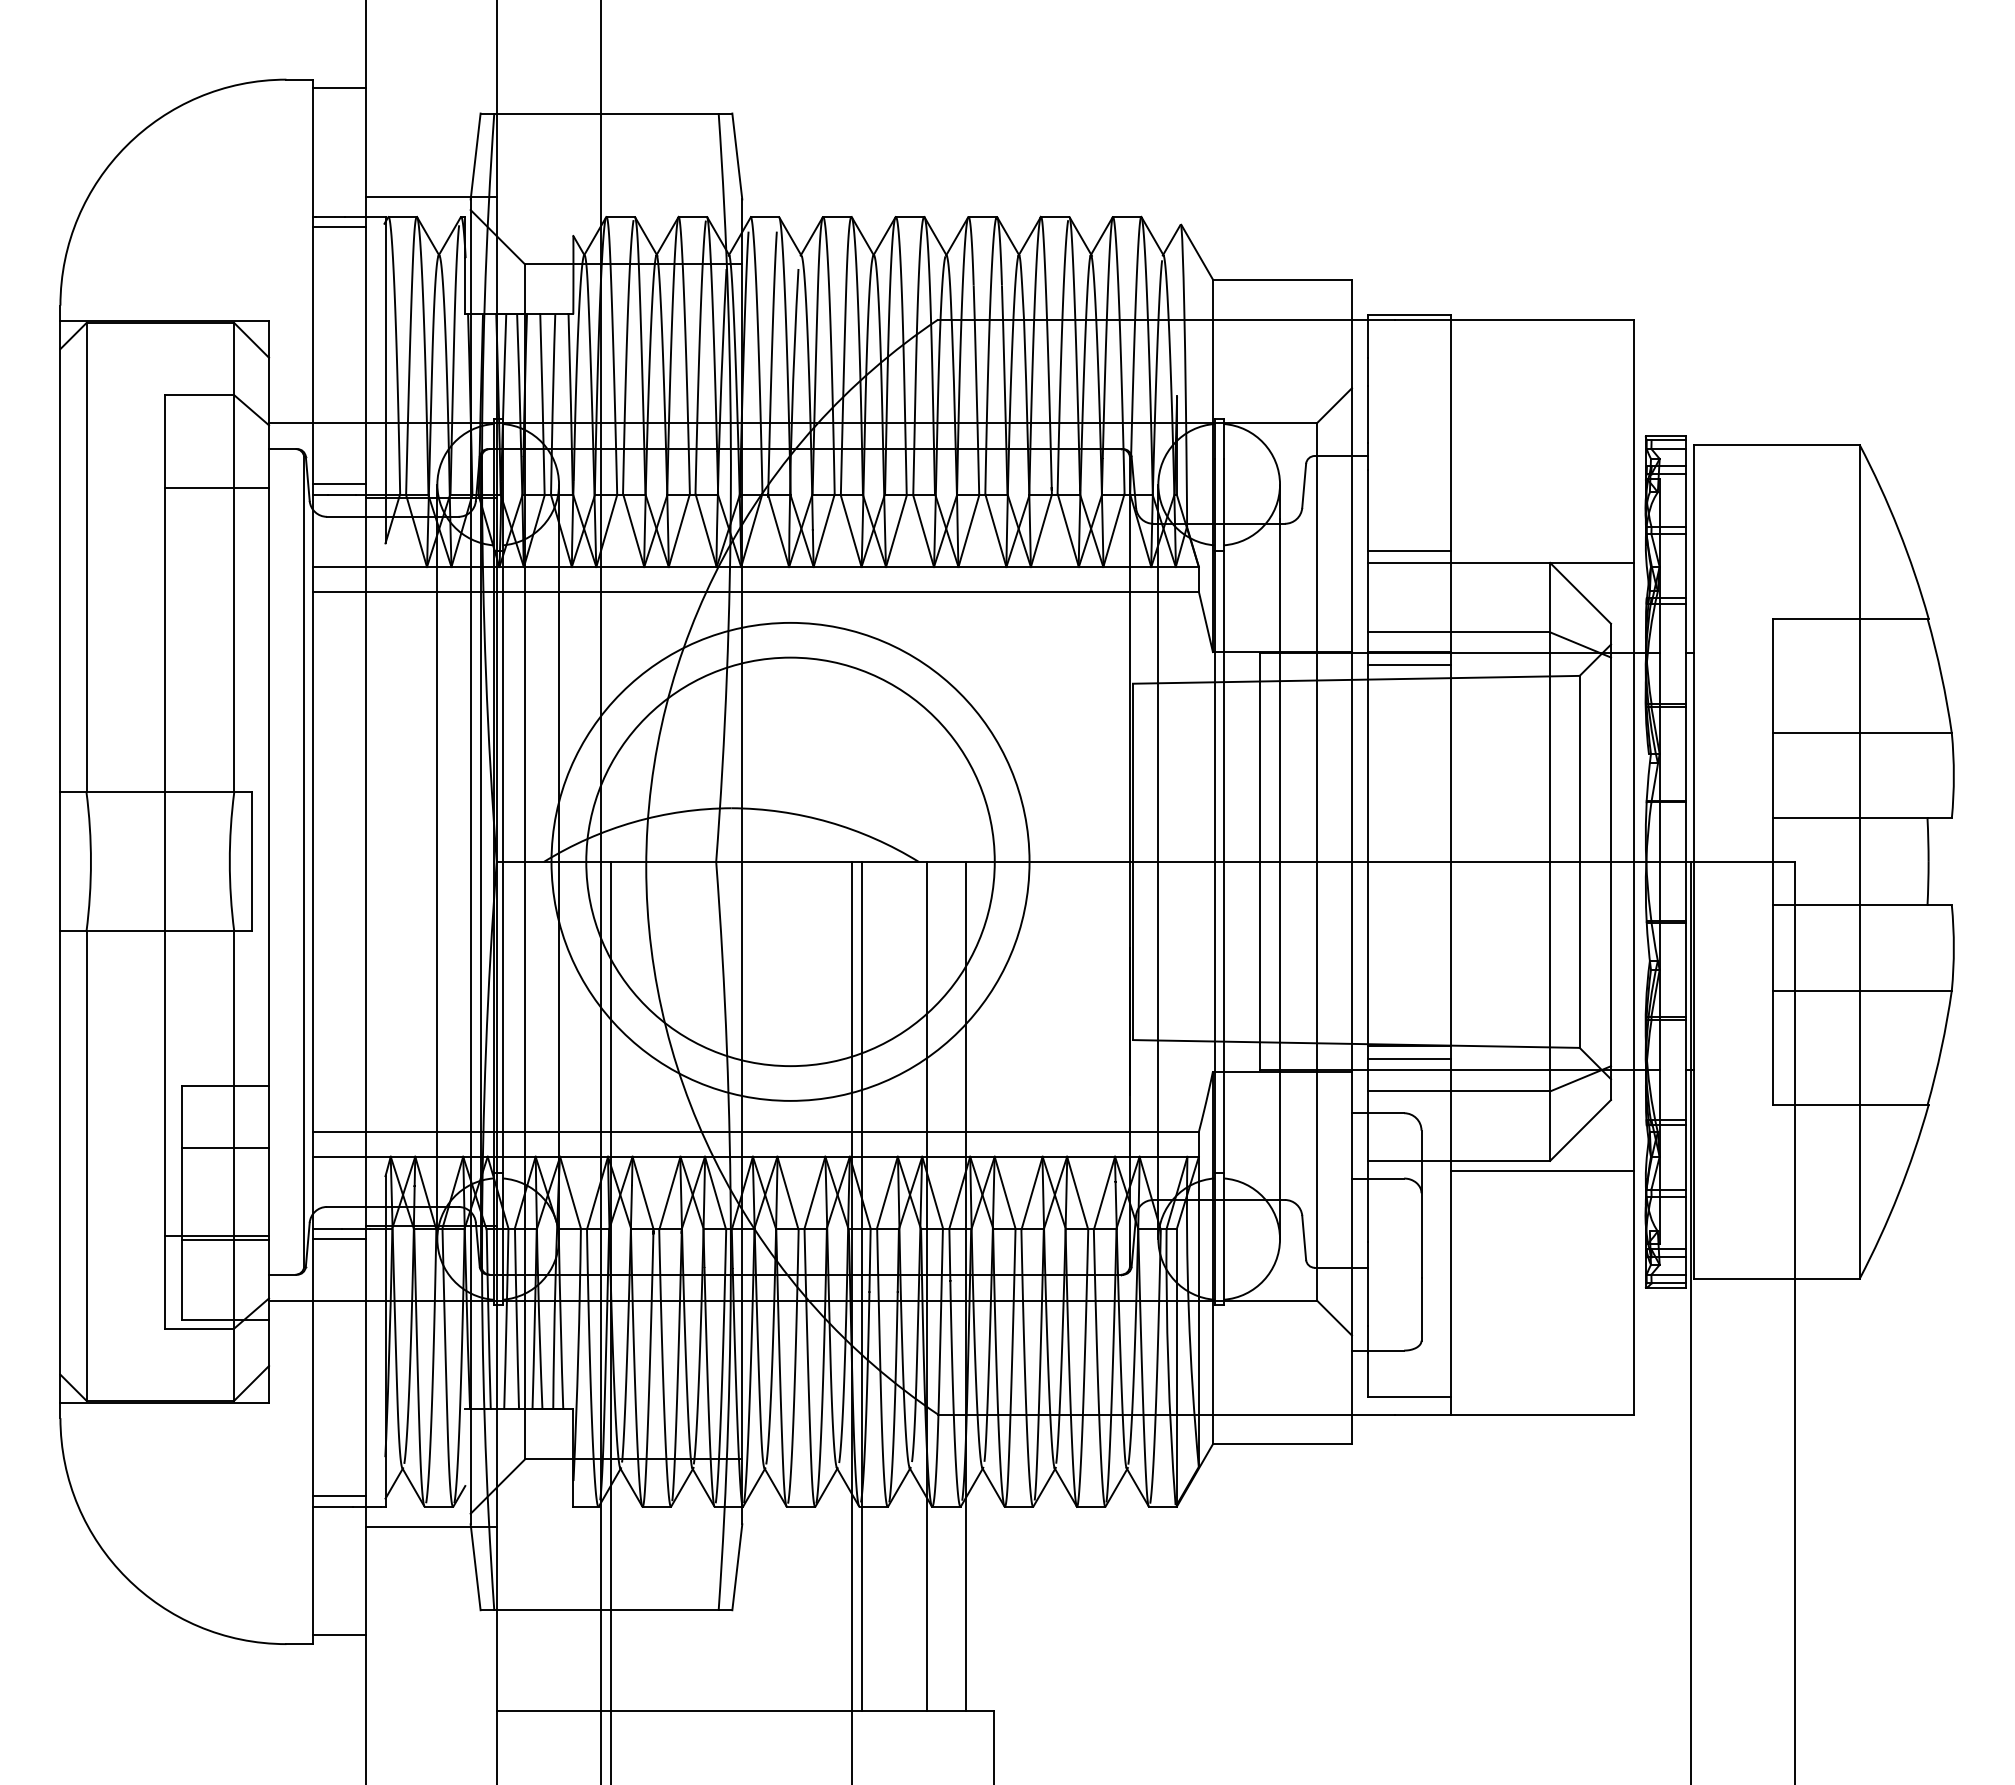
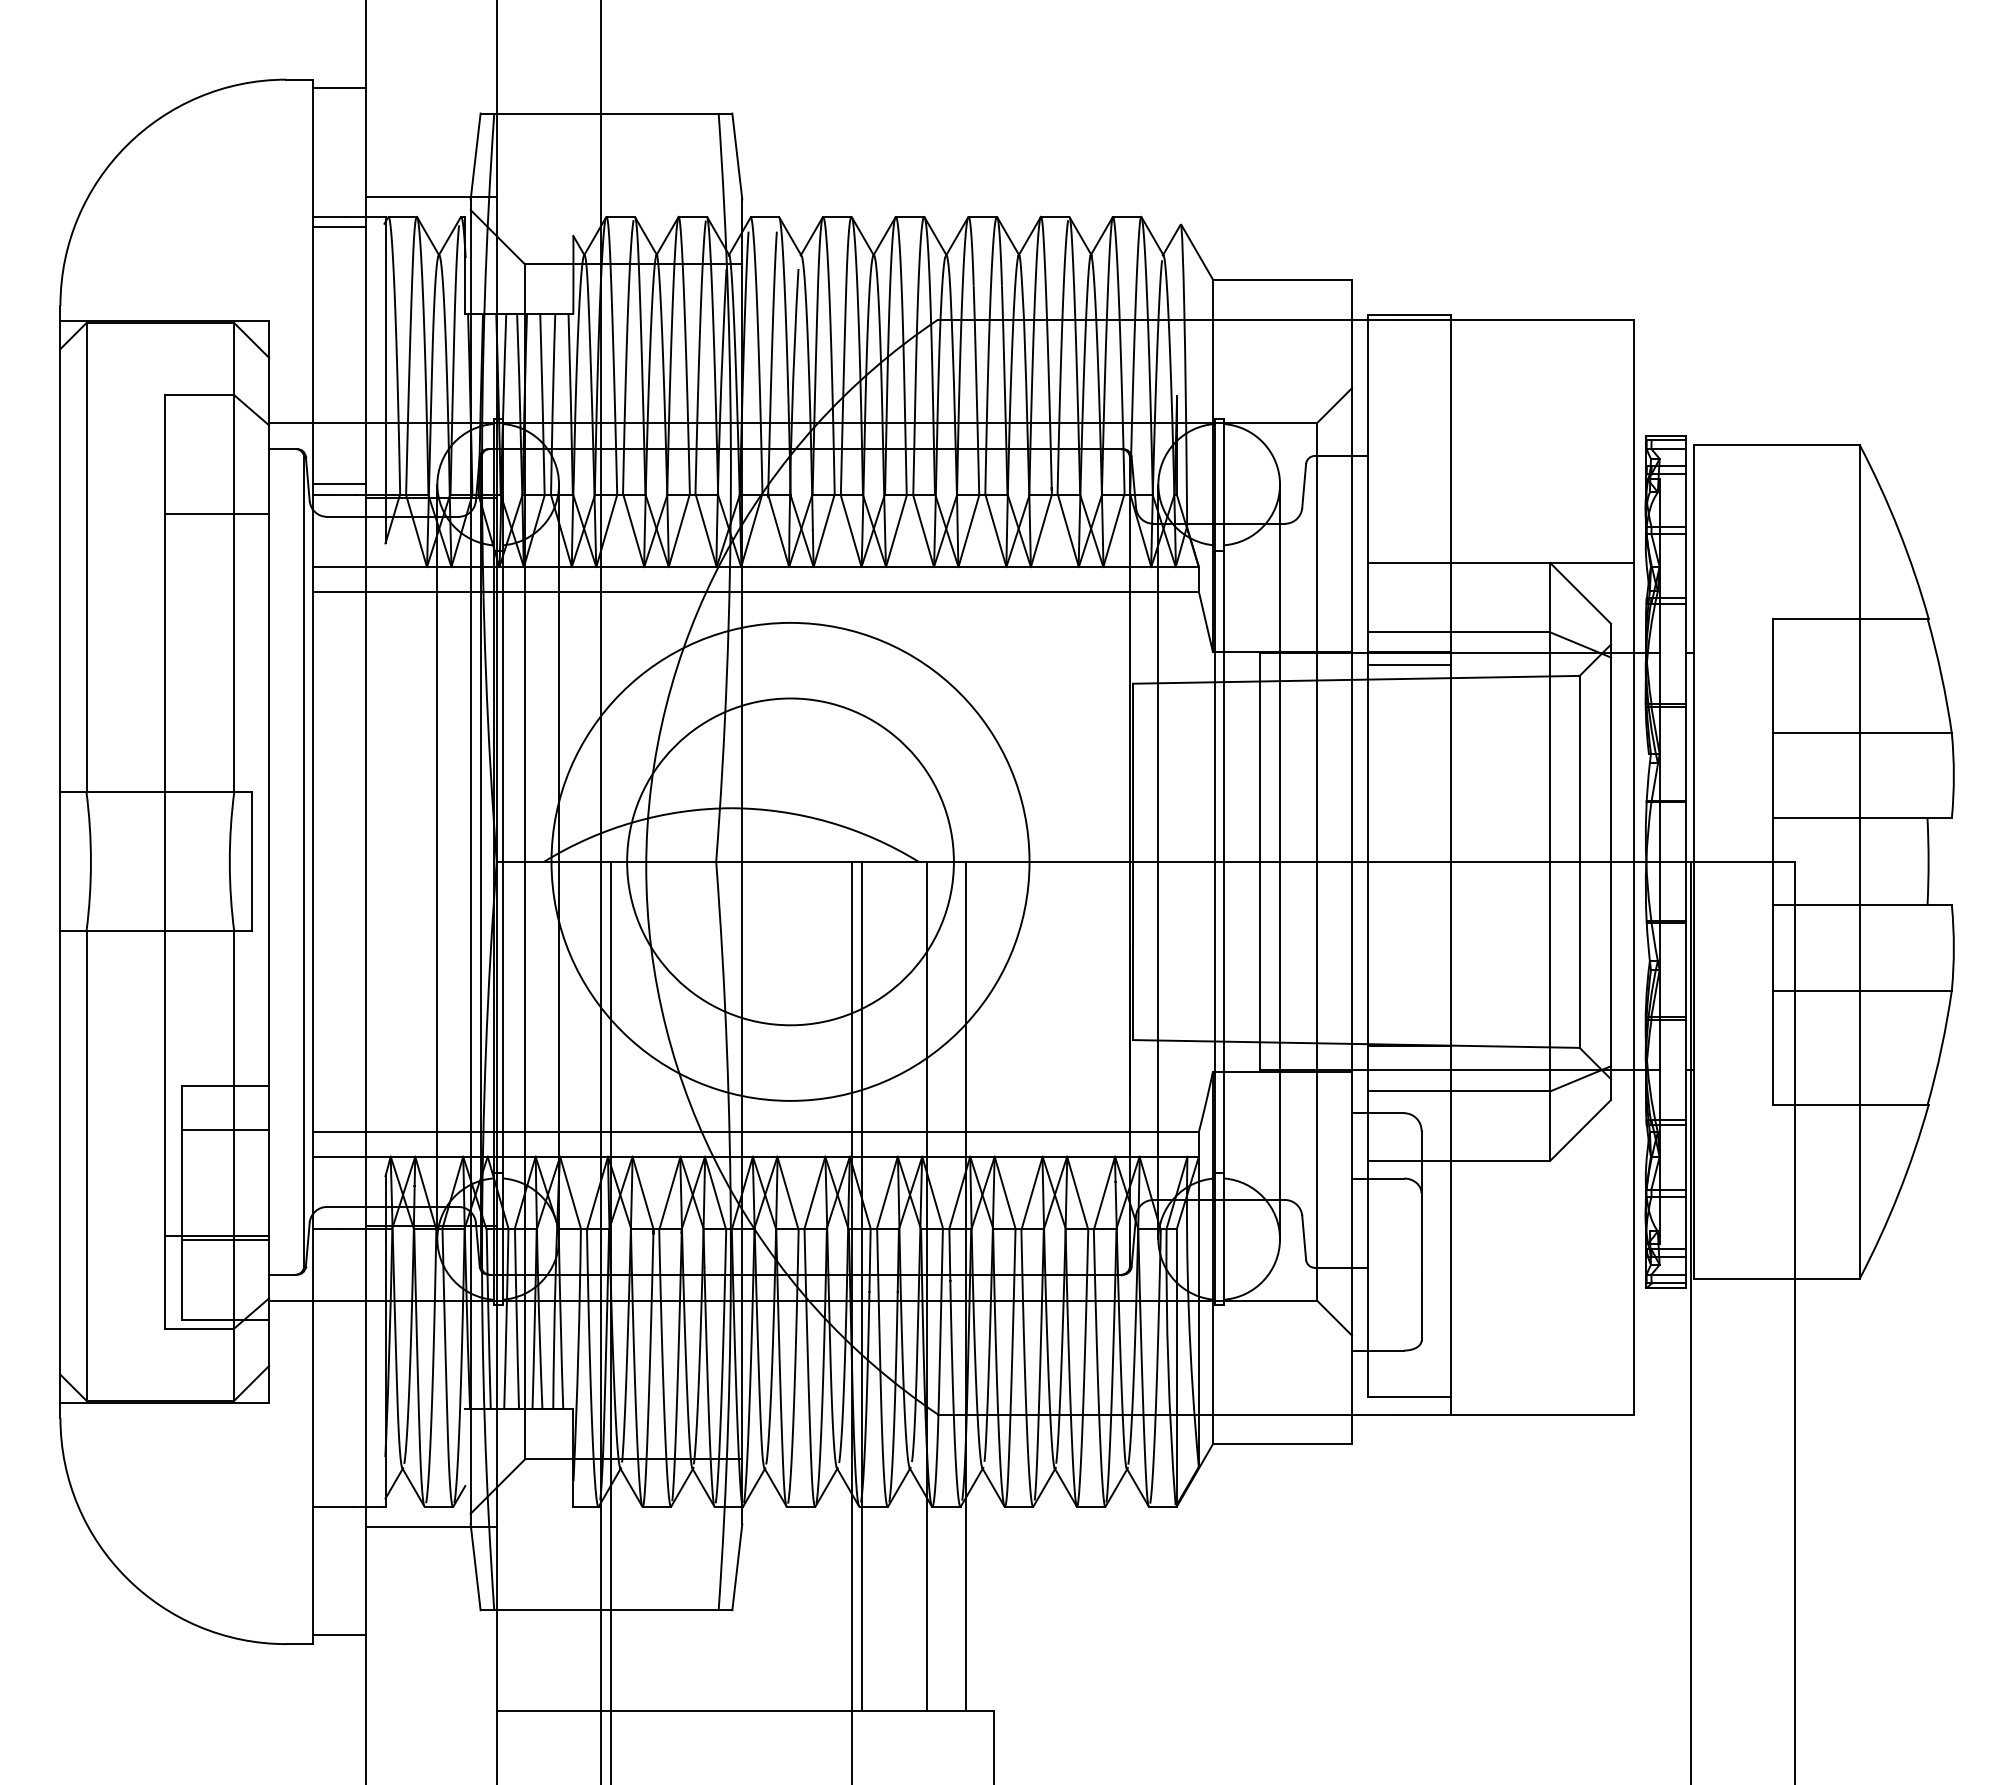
line at (216, 487) position: (216, 487) -> (216, 513)
line at (1409, 550): present -> none
circle at (790, 861) diameter: 408 px -> 327 px
line at (1409, 1059): present -> none
line at (225, 1148) position: (225, 1148) -> (225, 1130)
line at (1542, 1171): present -> none
line at (339, 1239): present -> none
line at (339, 1496): present -> none
